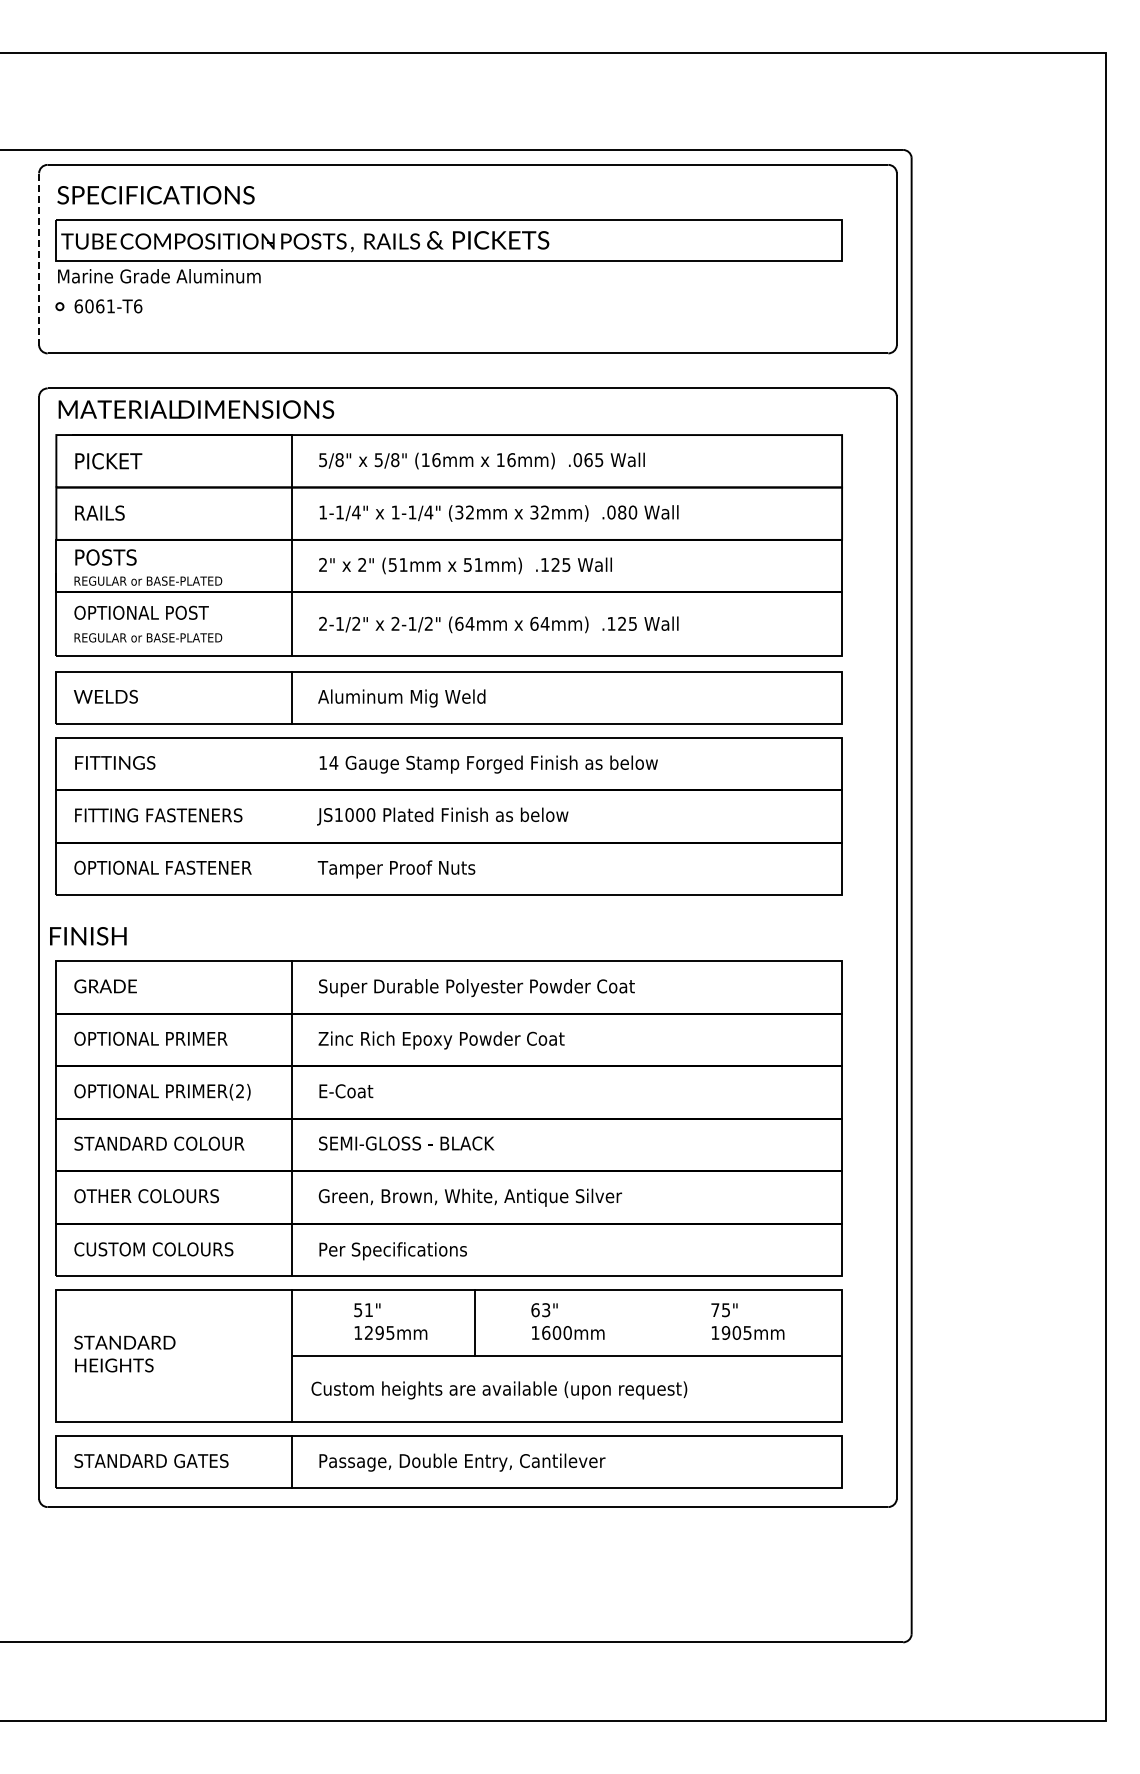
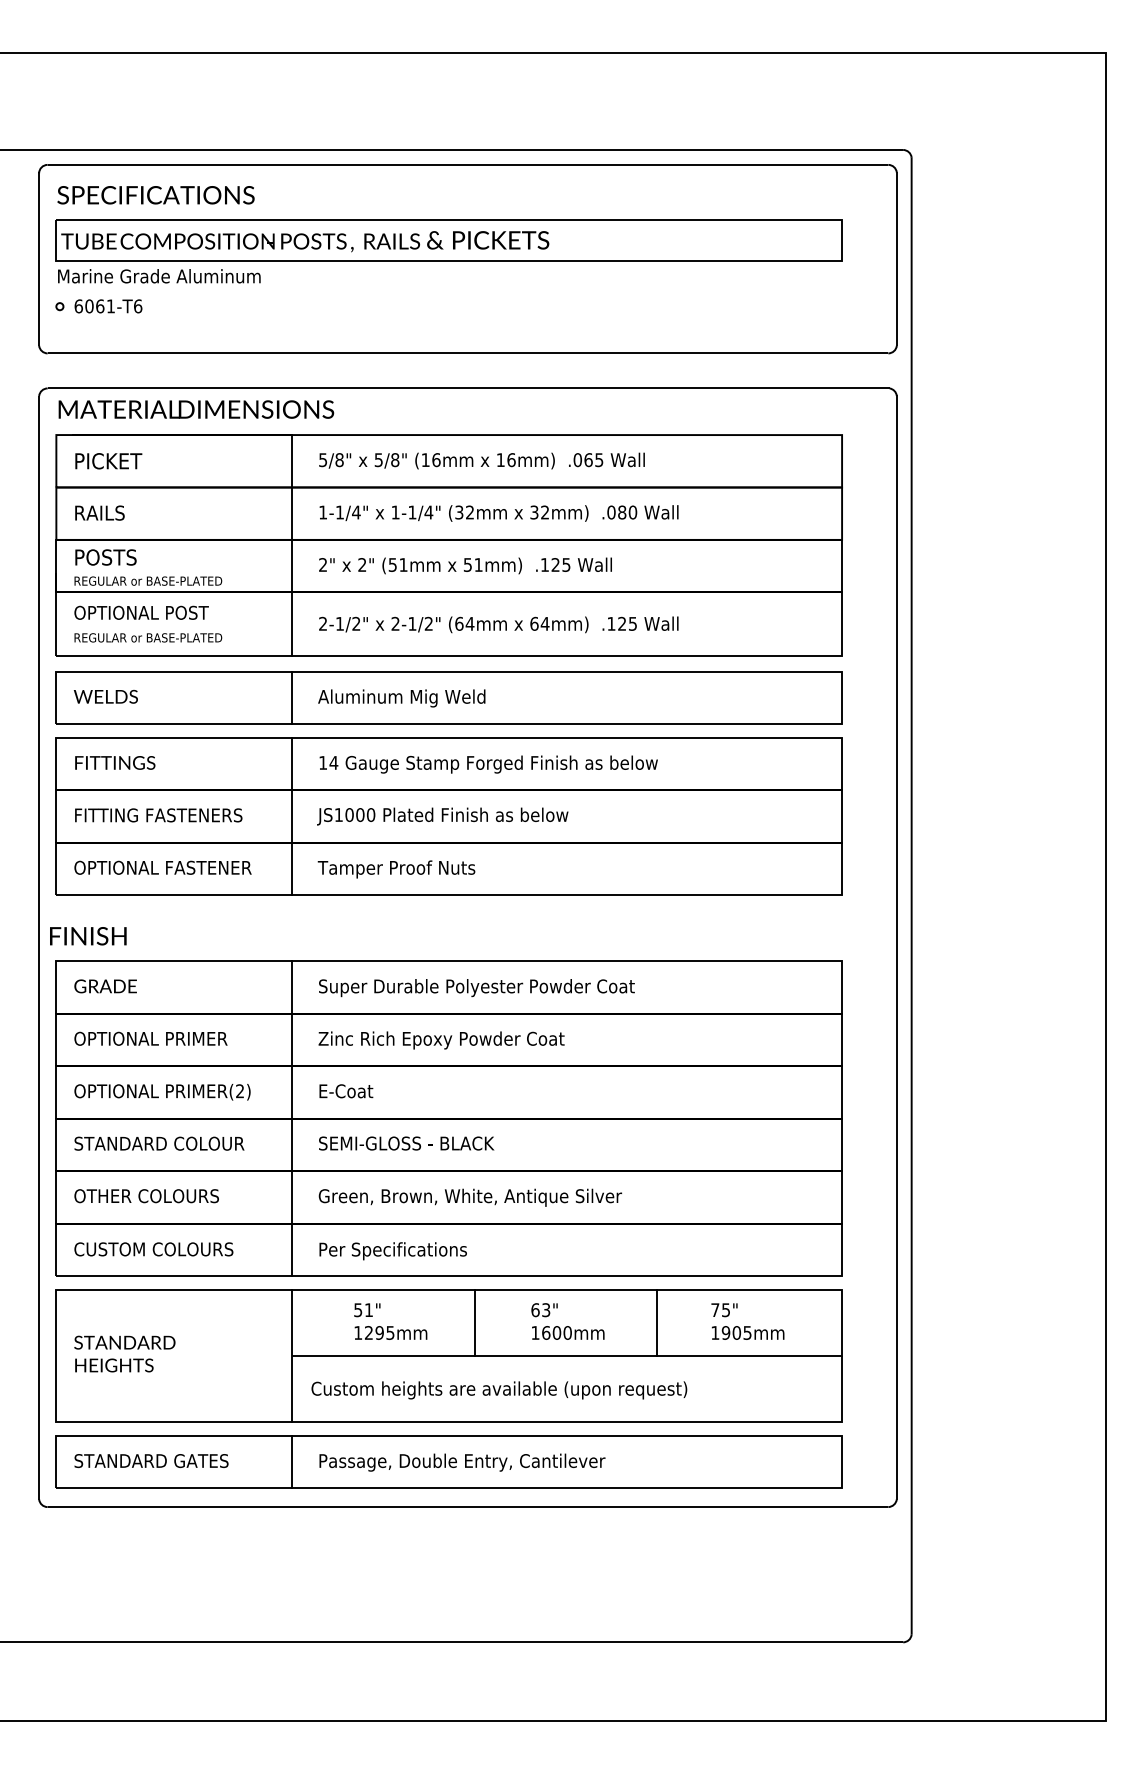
line at (39, 259): dashed -> solid
line at (292, 816): none -> present
line at (656, 1322): none -> present
